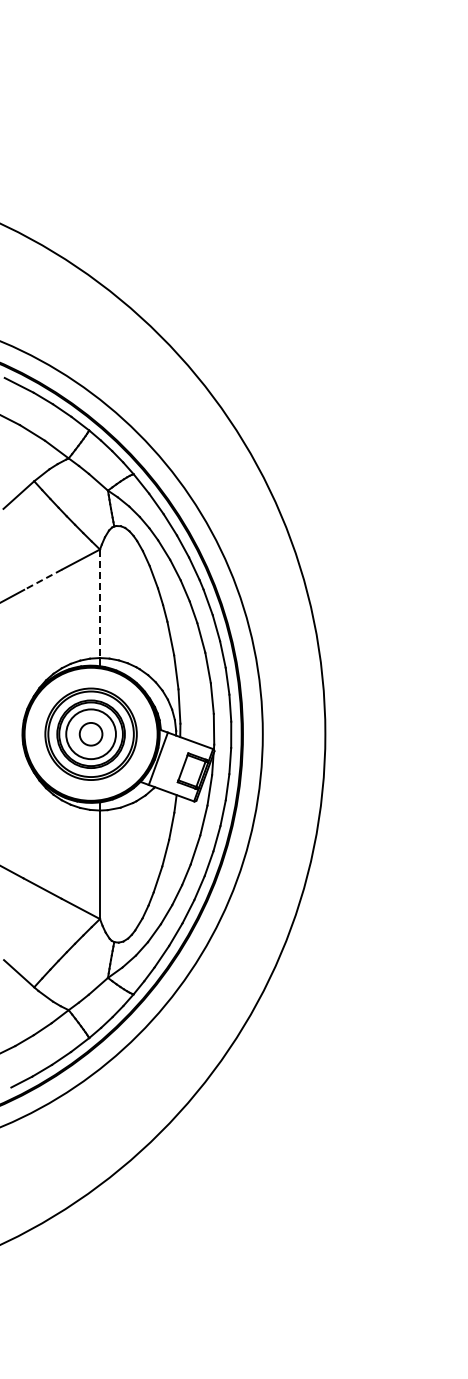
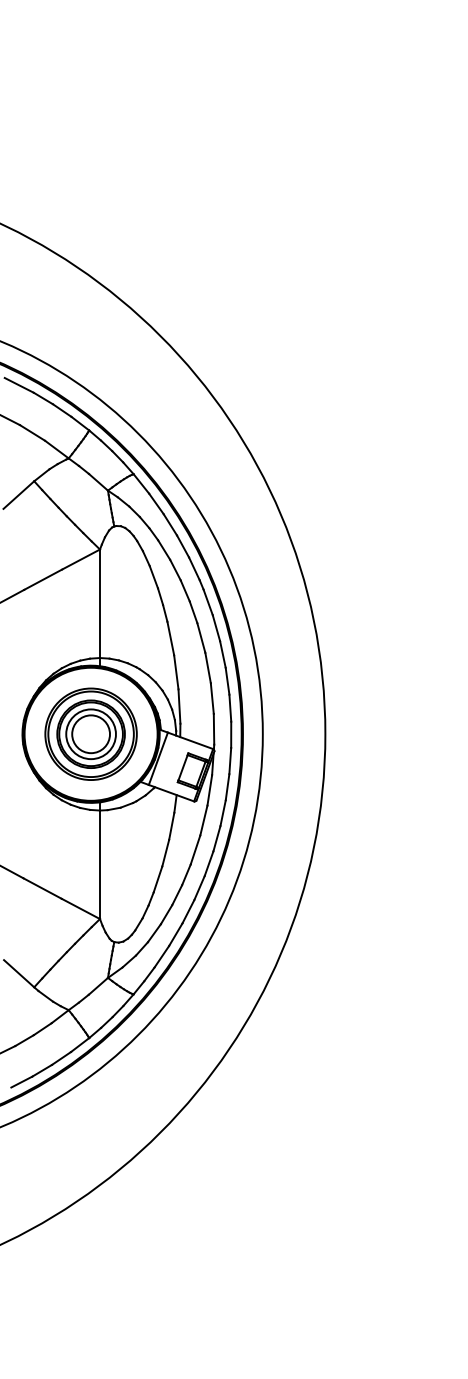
line at (43, 579): dashed -> solid
line at (100, 604): dashed -> solid
circle at (90, 733) diameter: 23 px -> 38 px
